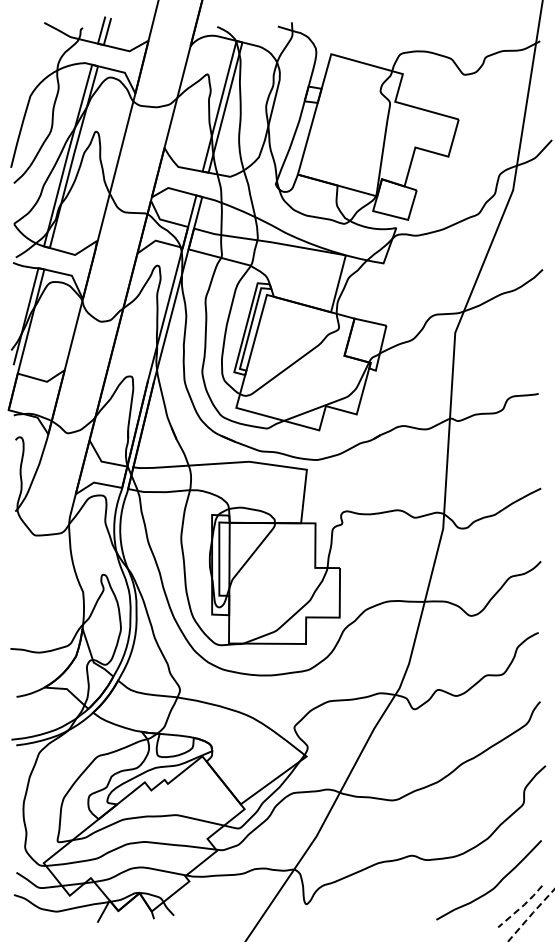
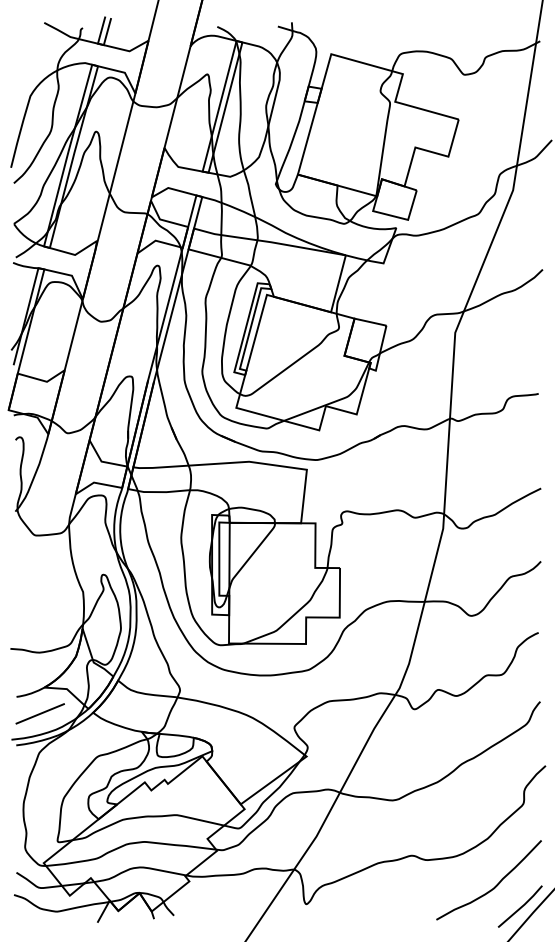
line at (39, 713): none -> present
line at (522, 906): dashed -> solid
line at (531, 914): dashed -> solid
